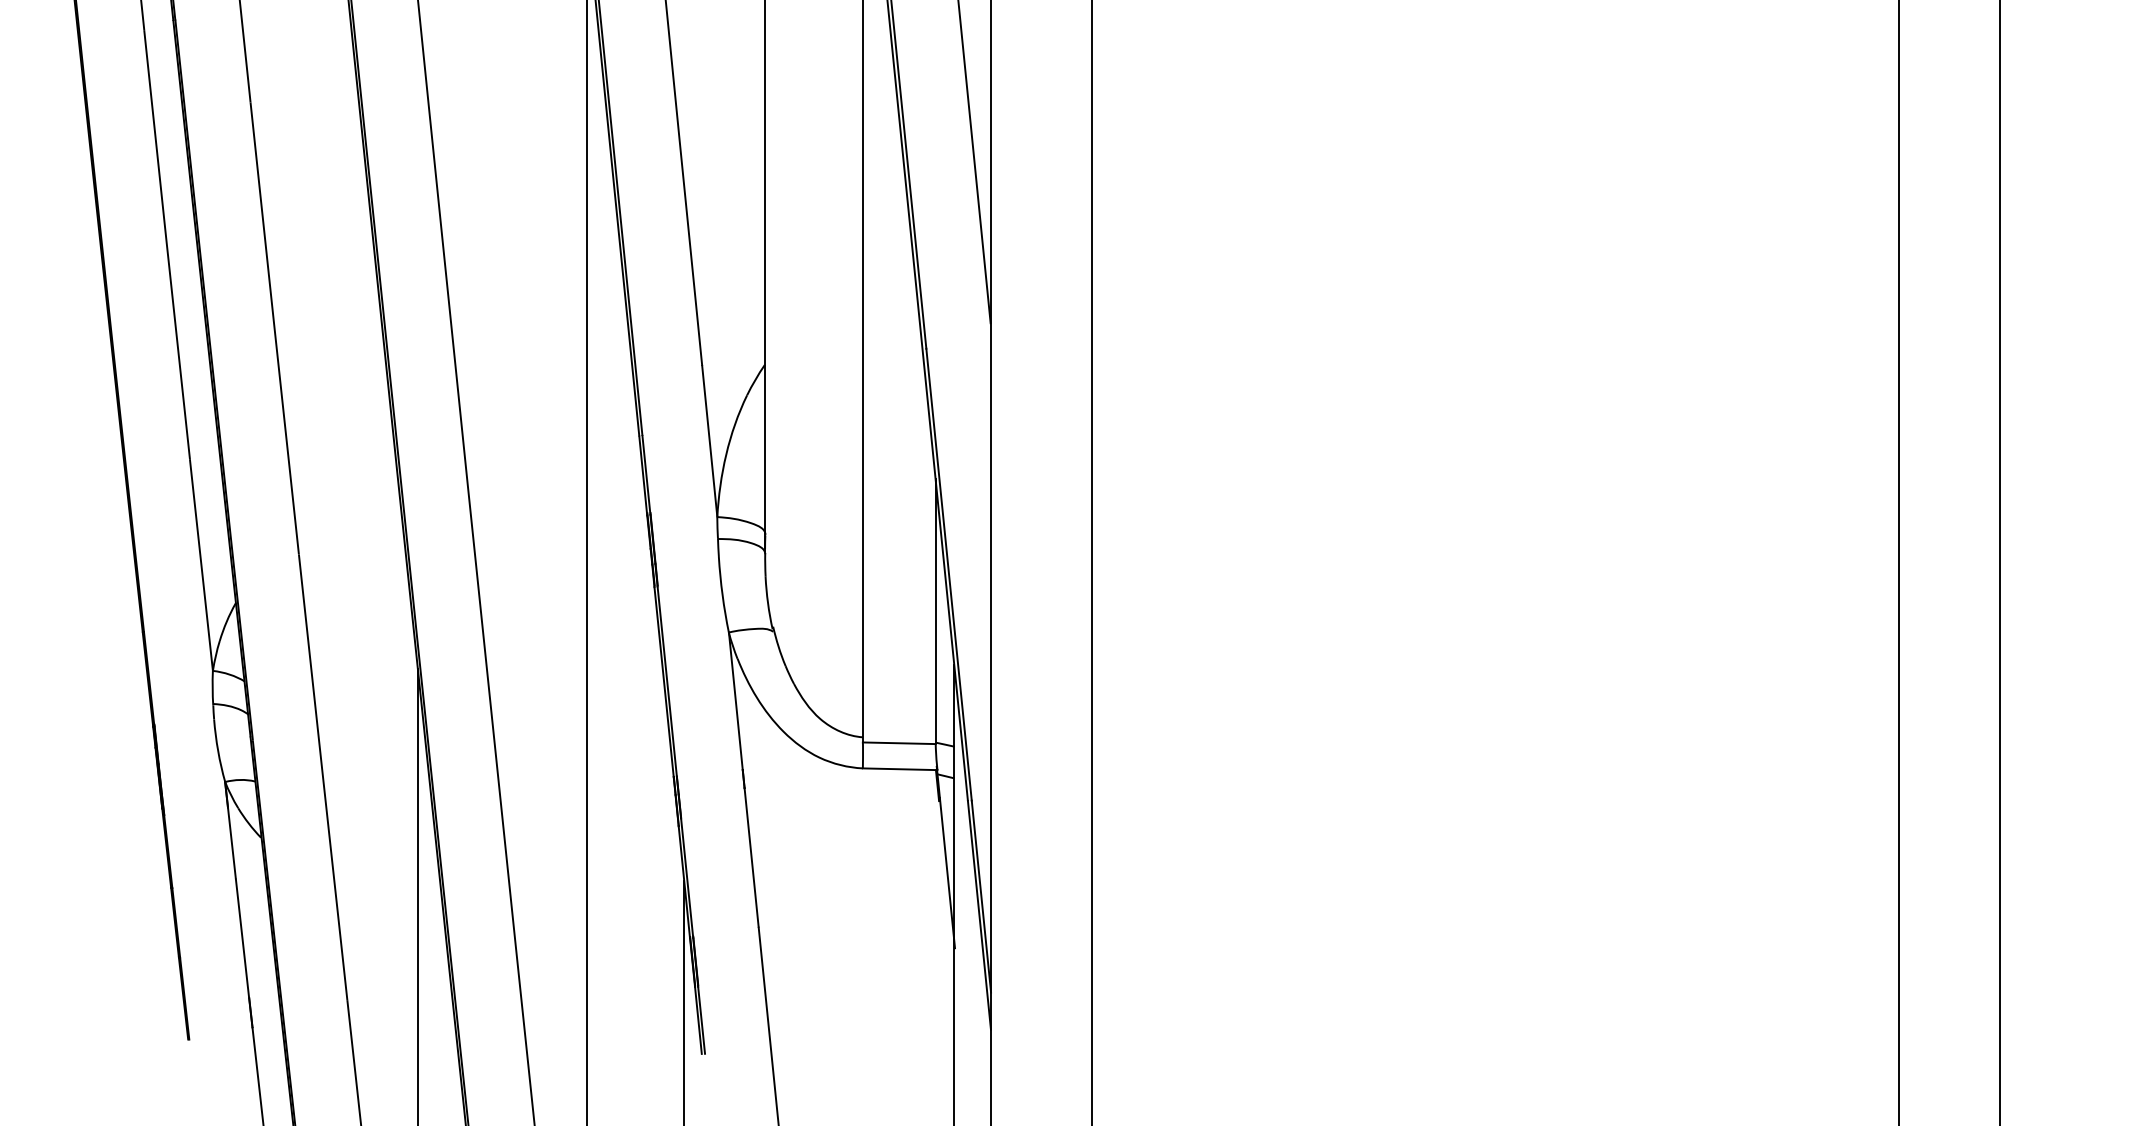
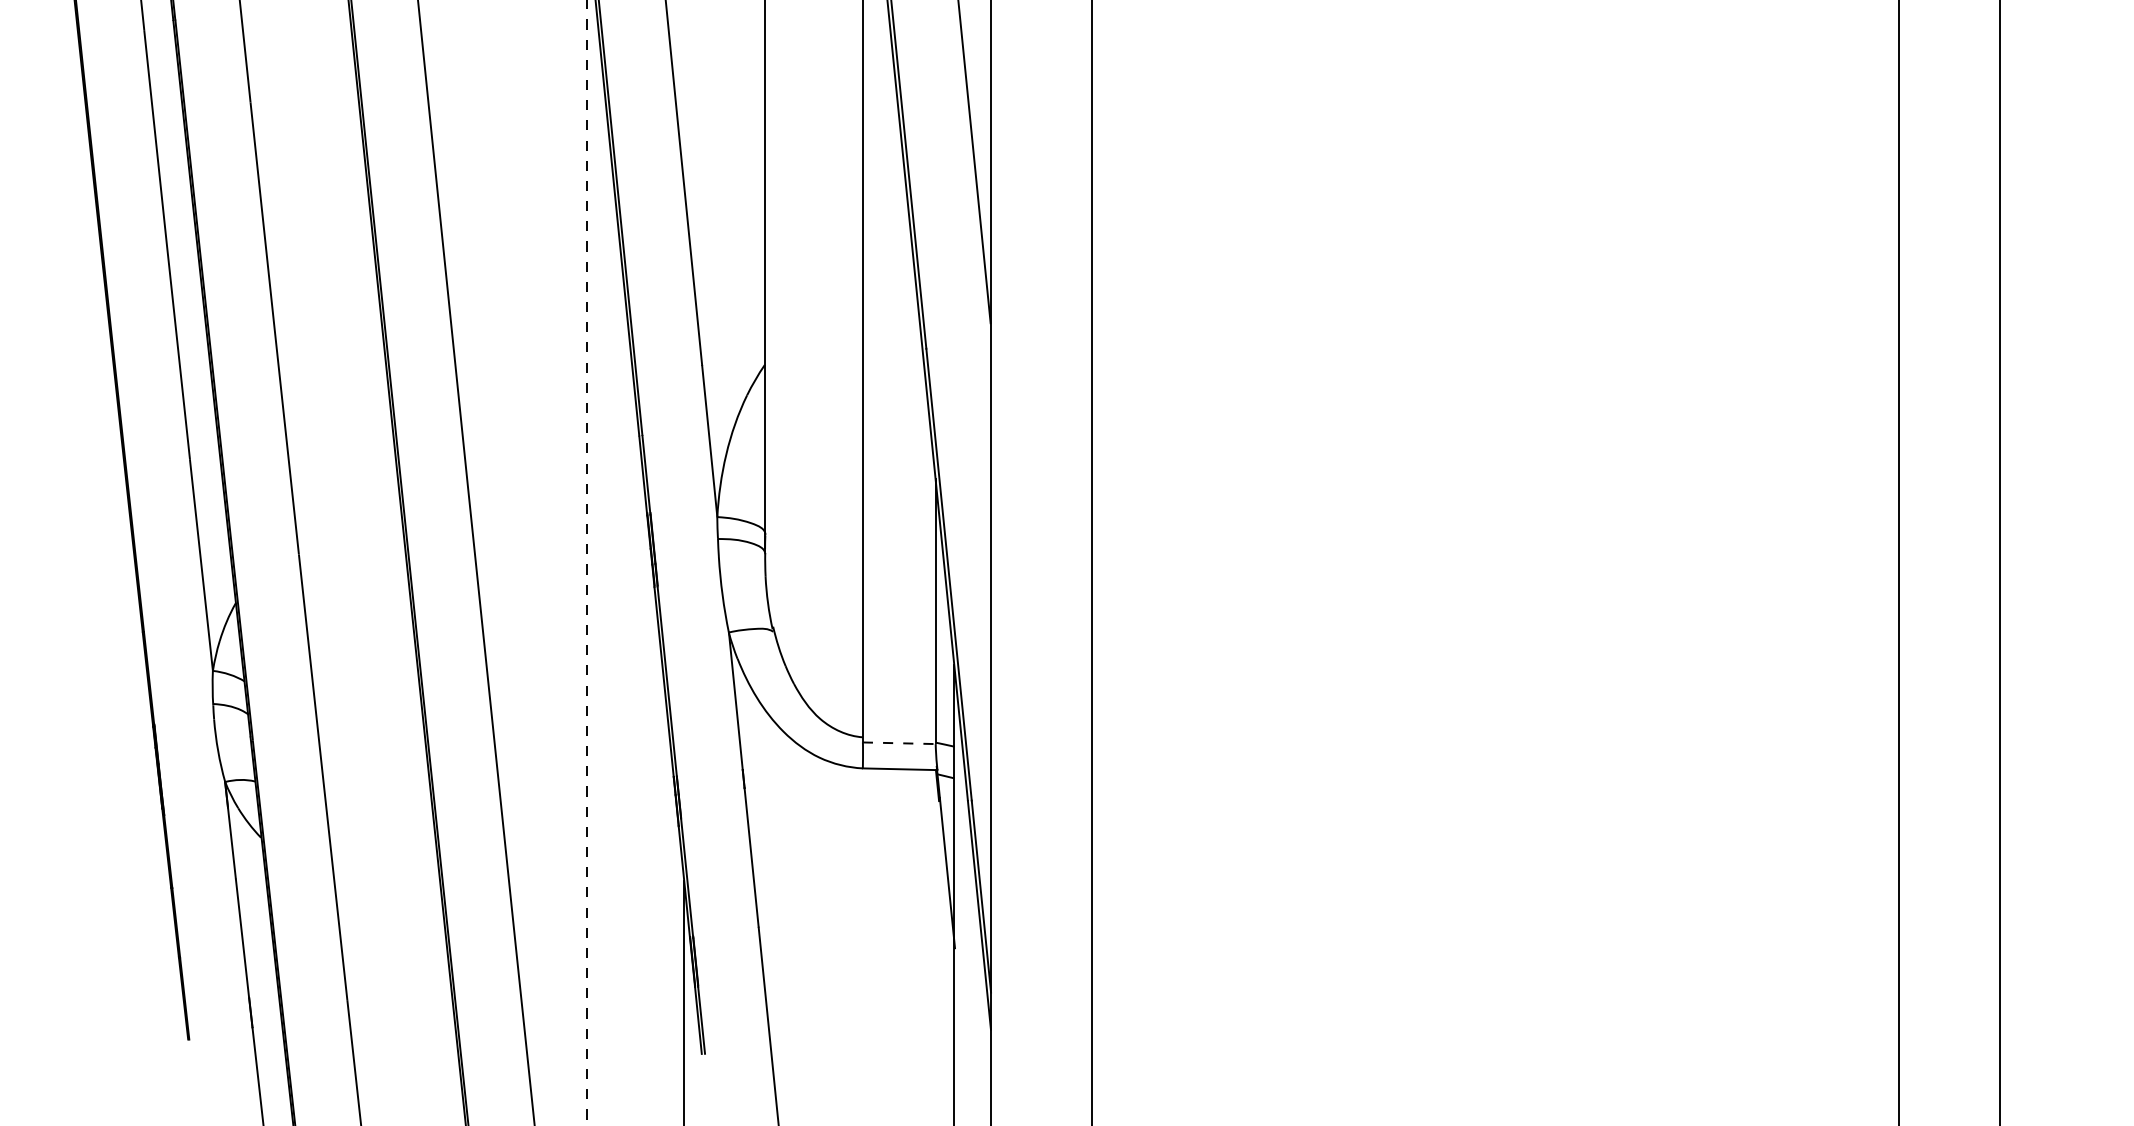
line at (586, 562): solid -> dashed
line at (899, 743): solid -> dashed
line at (418, 895): present -> none
